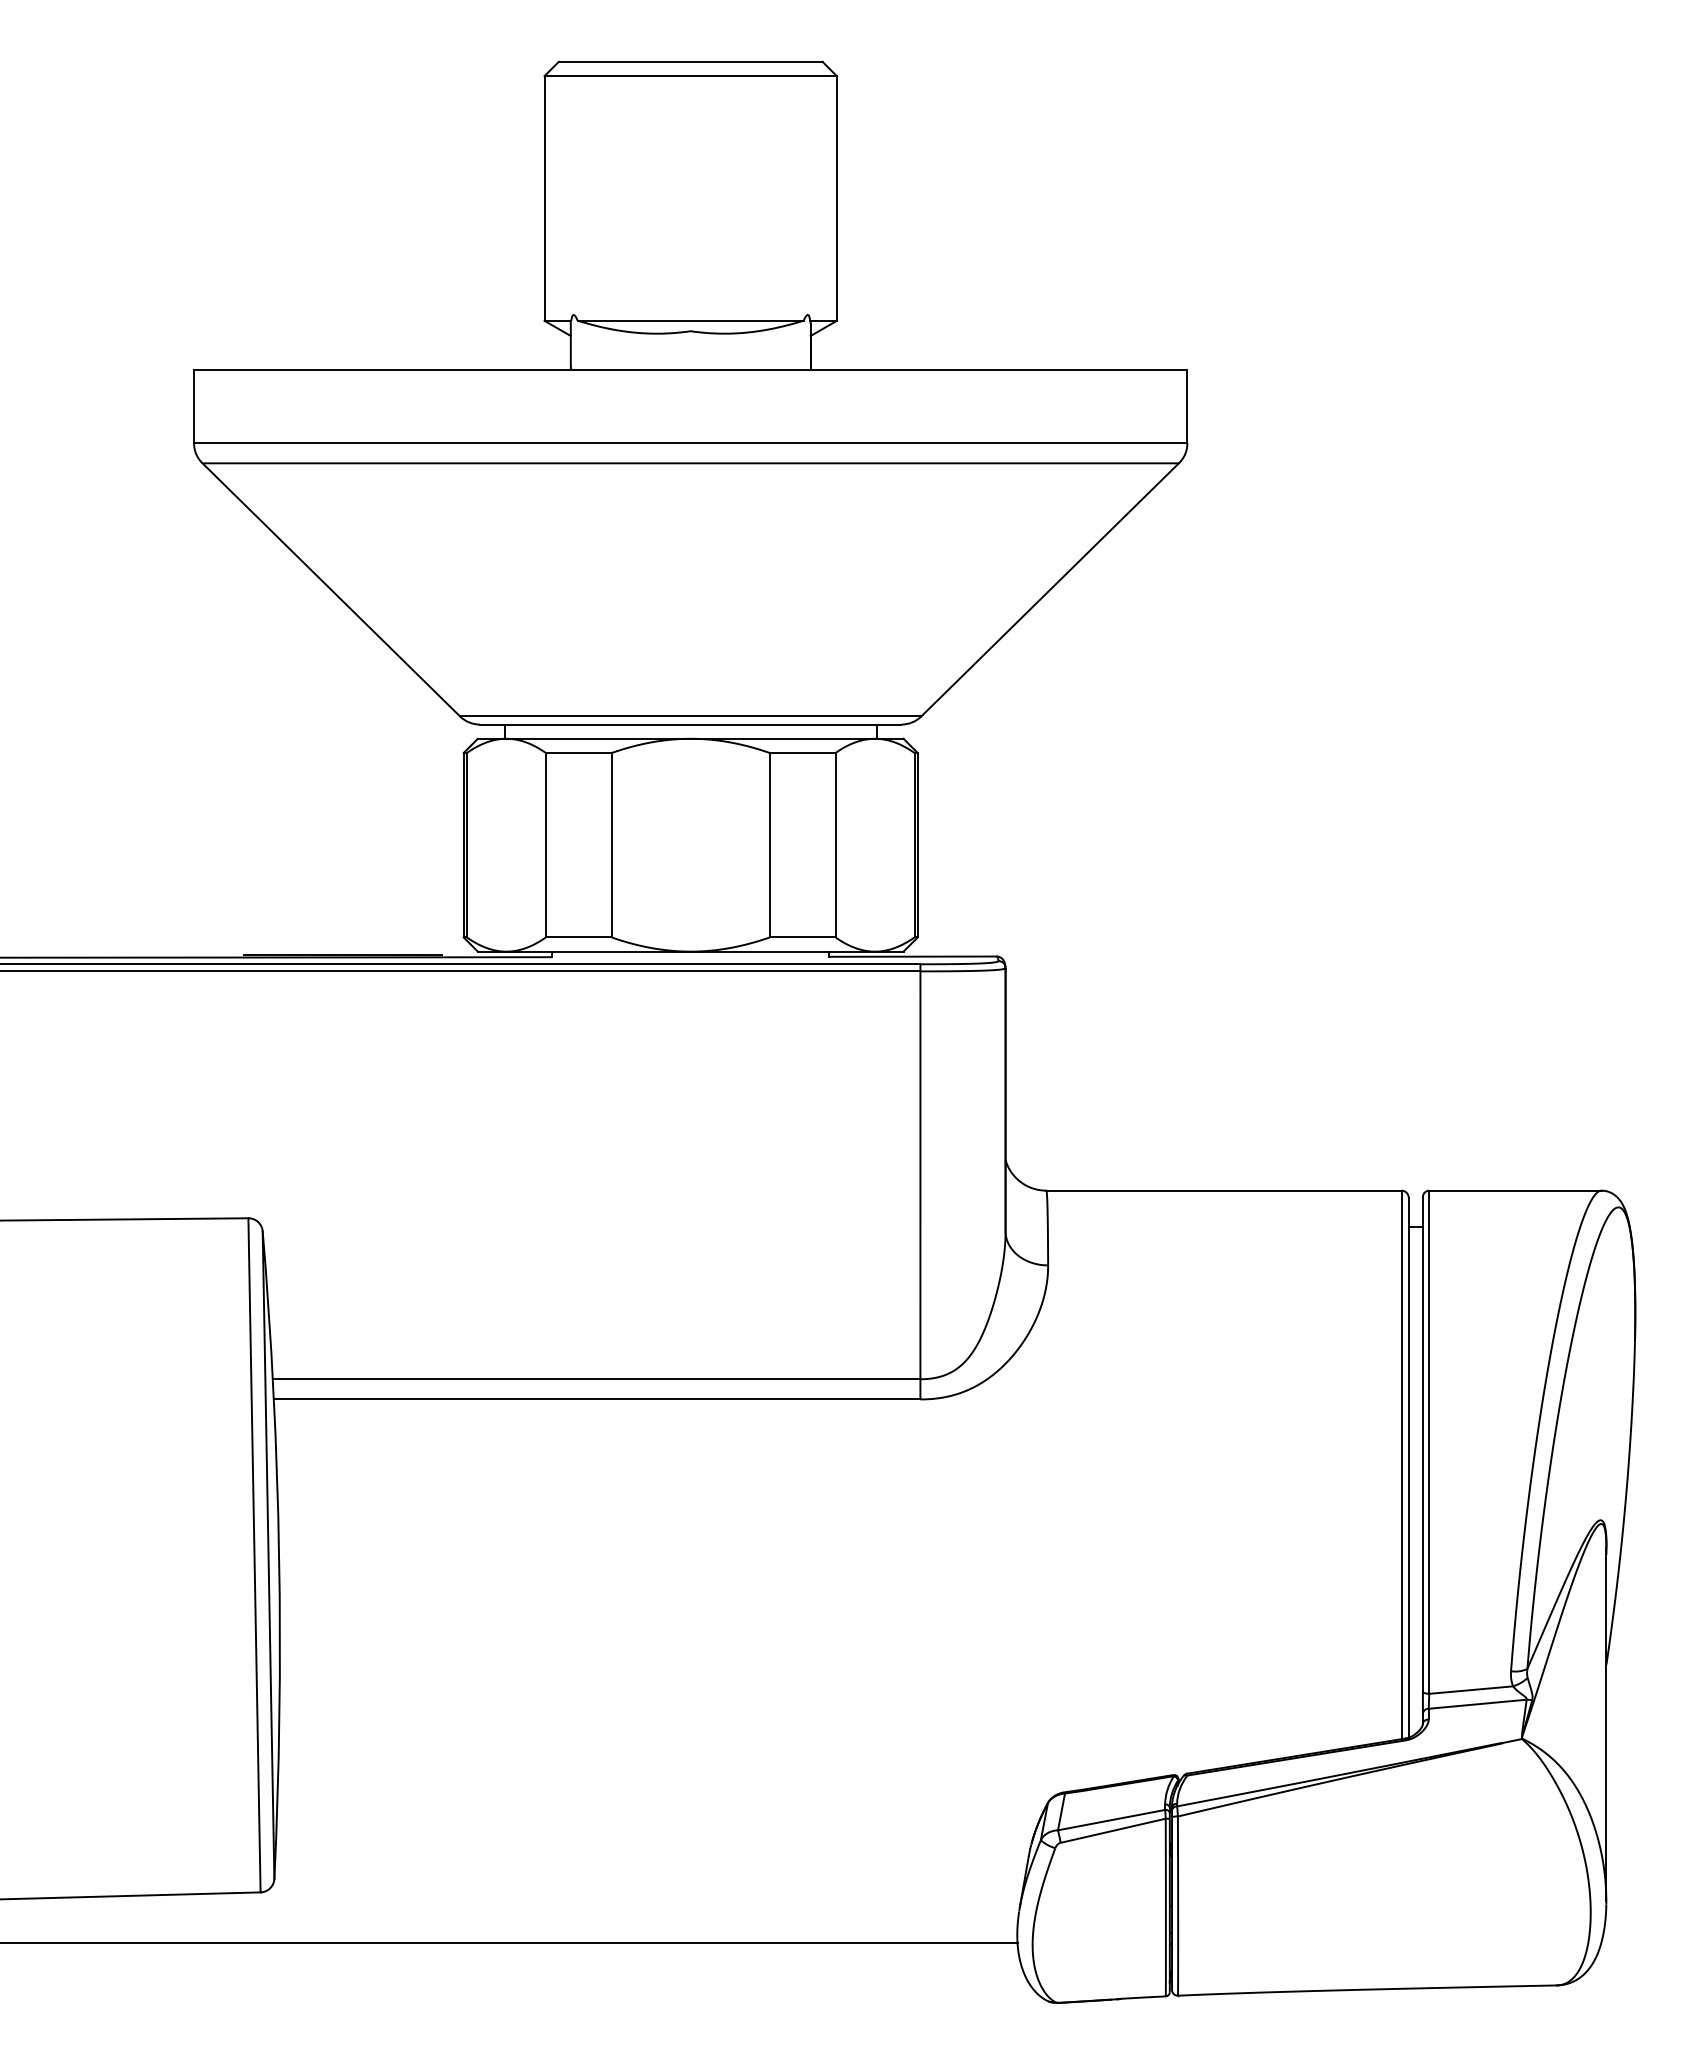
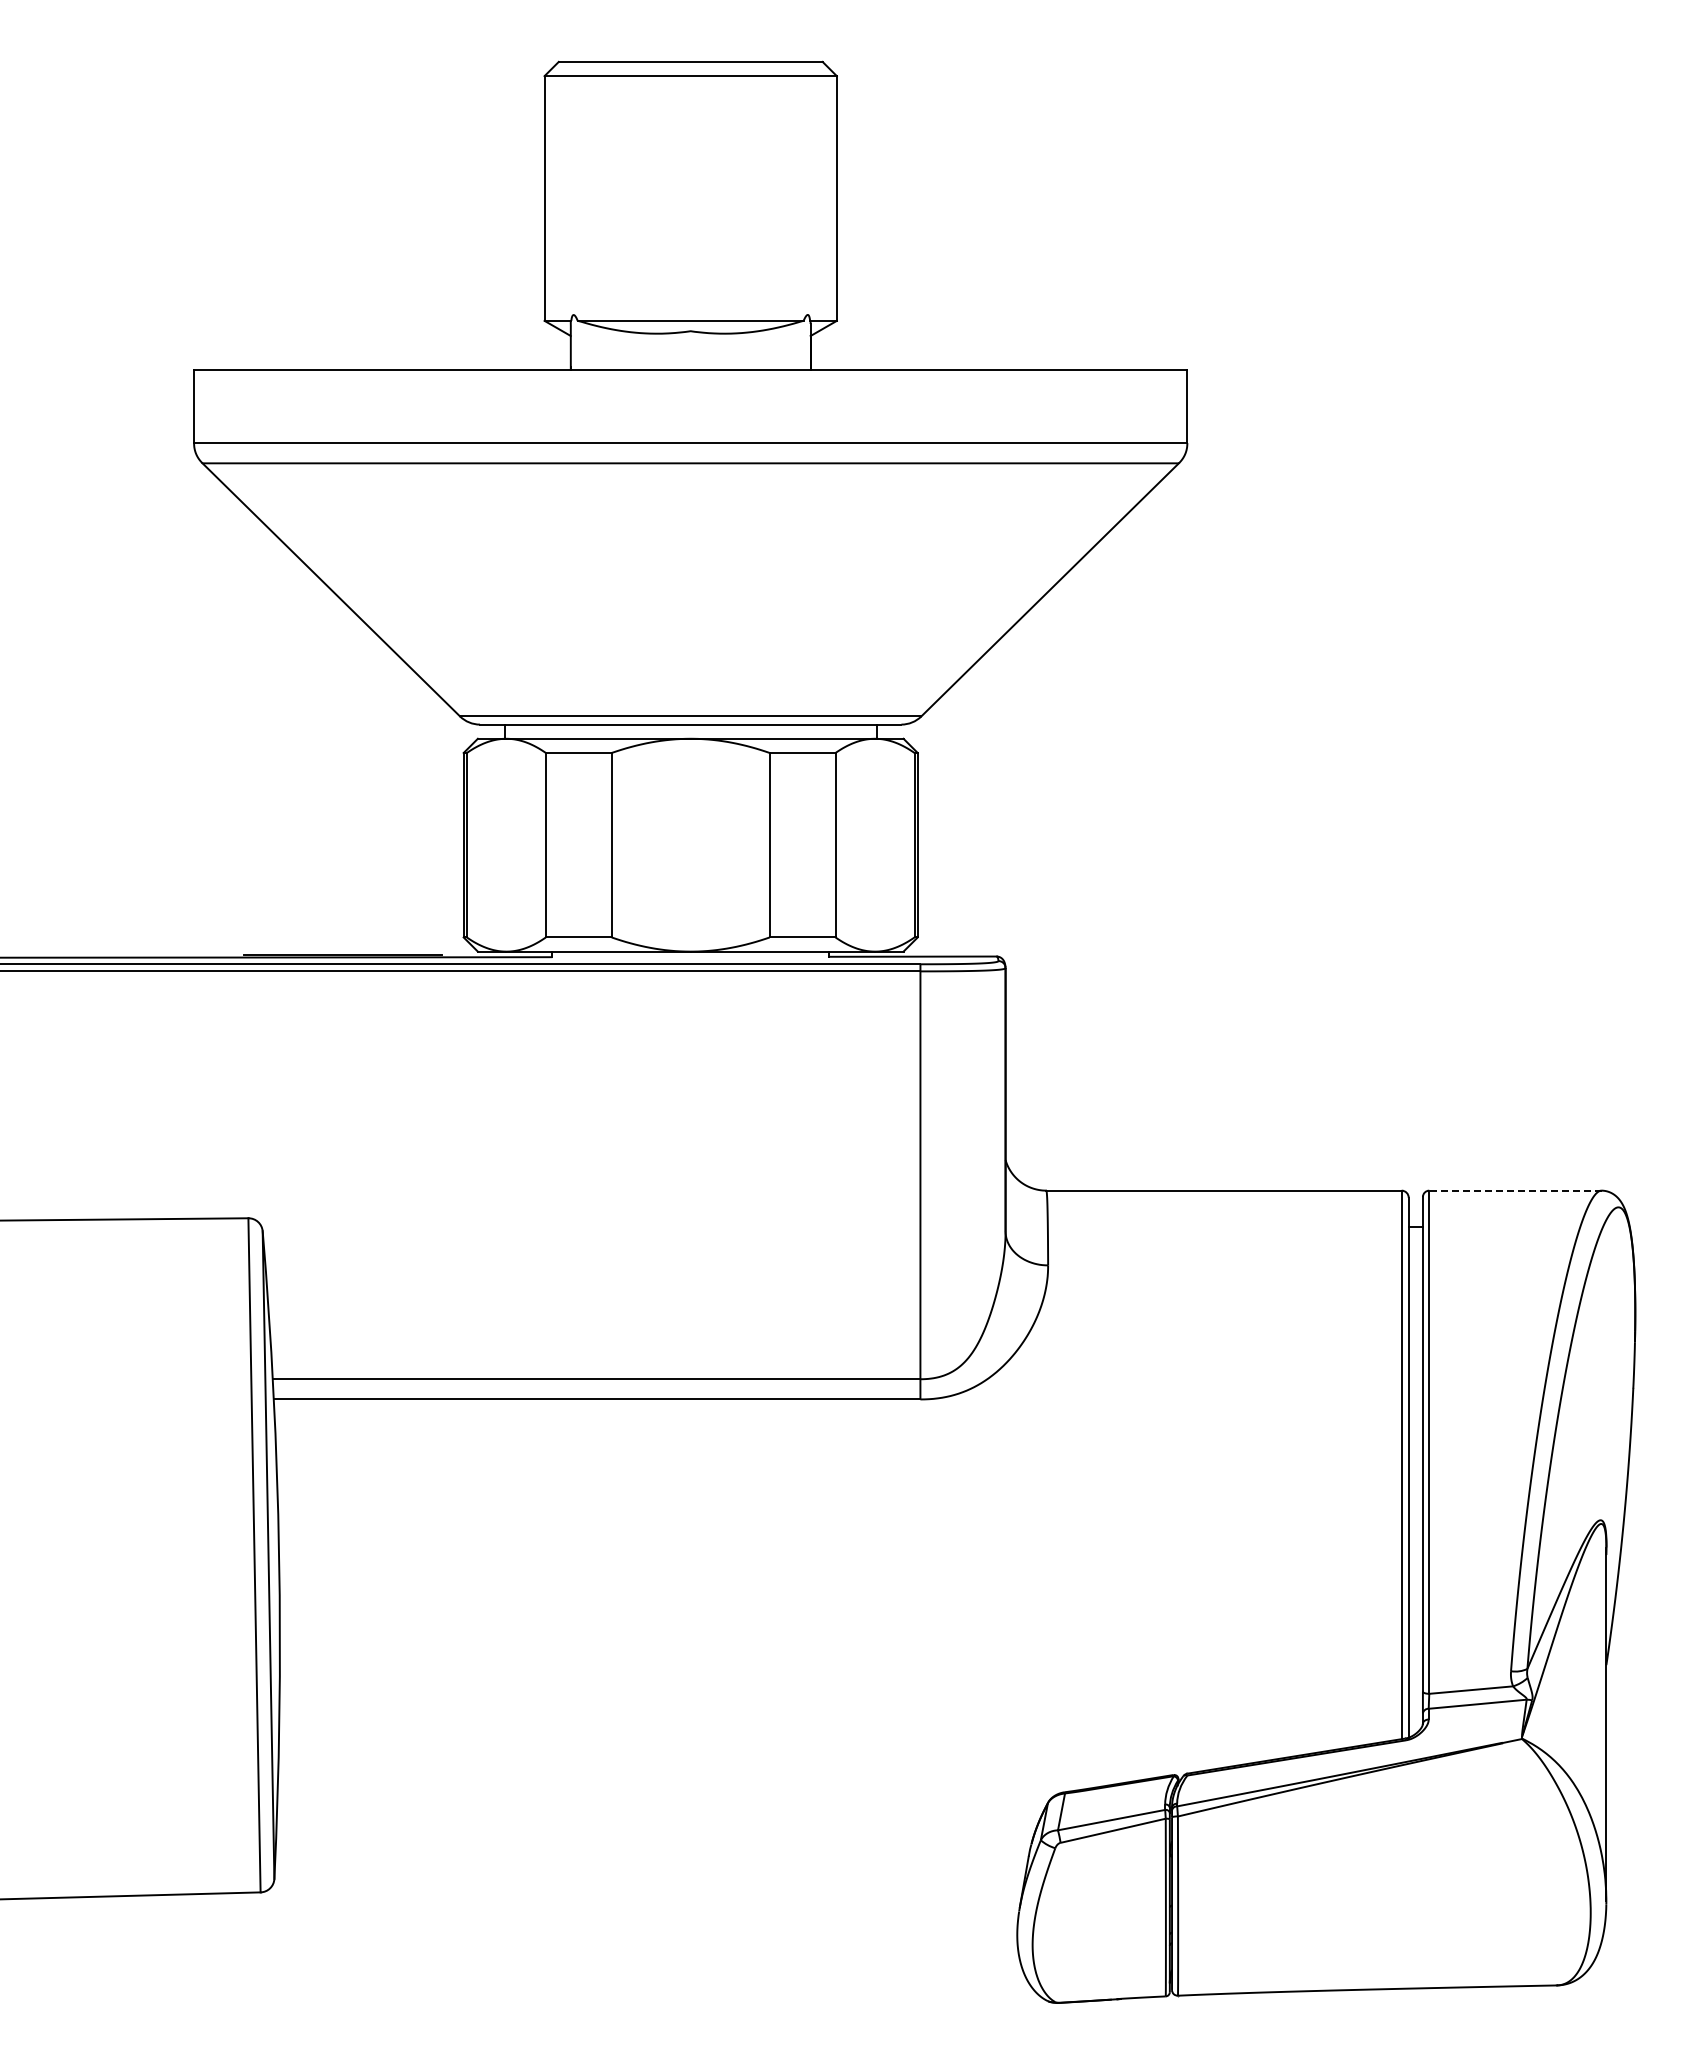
line at (1514, 1190): solid -> dashed
line at (509, 1942): present -> none
